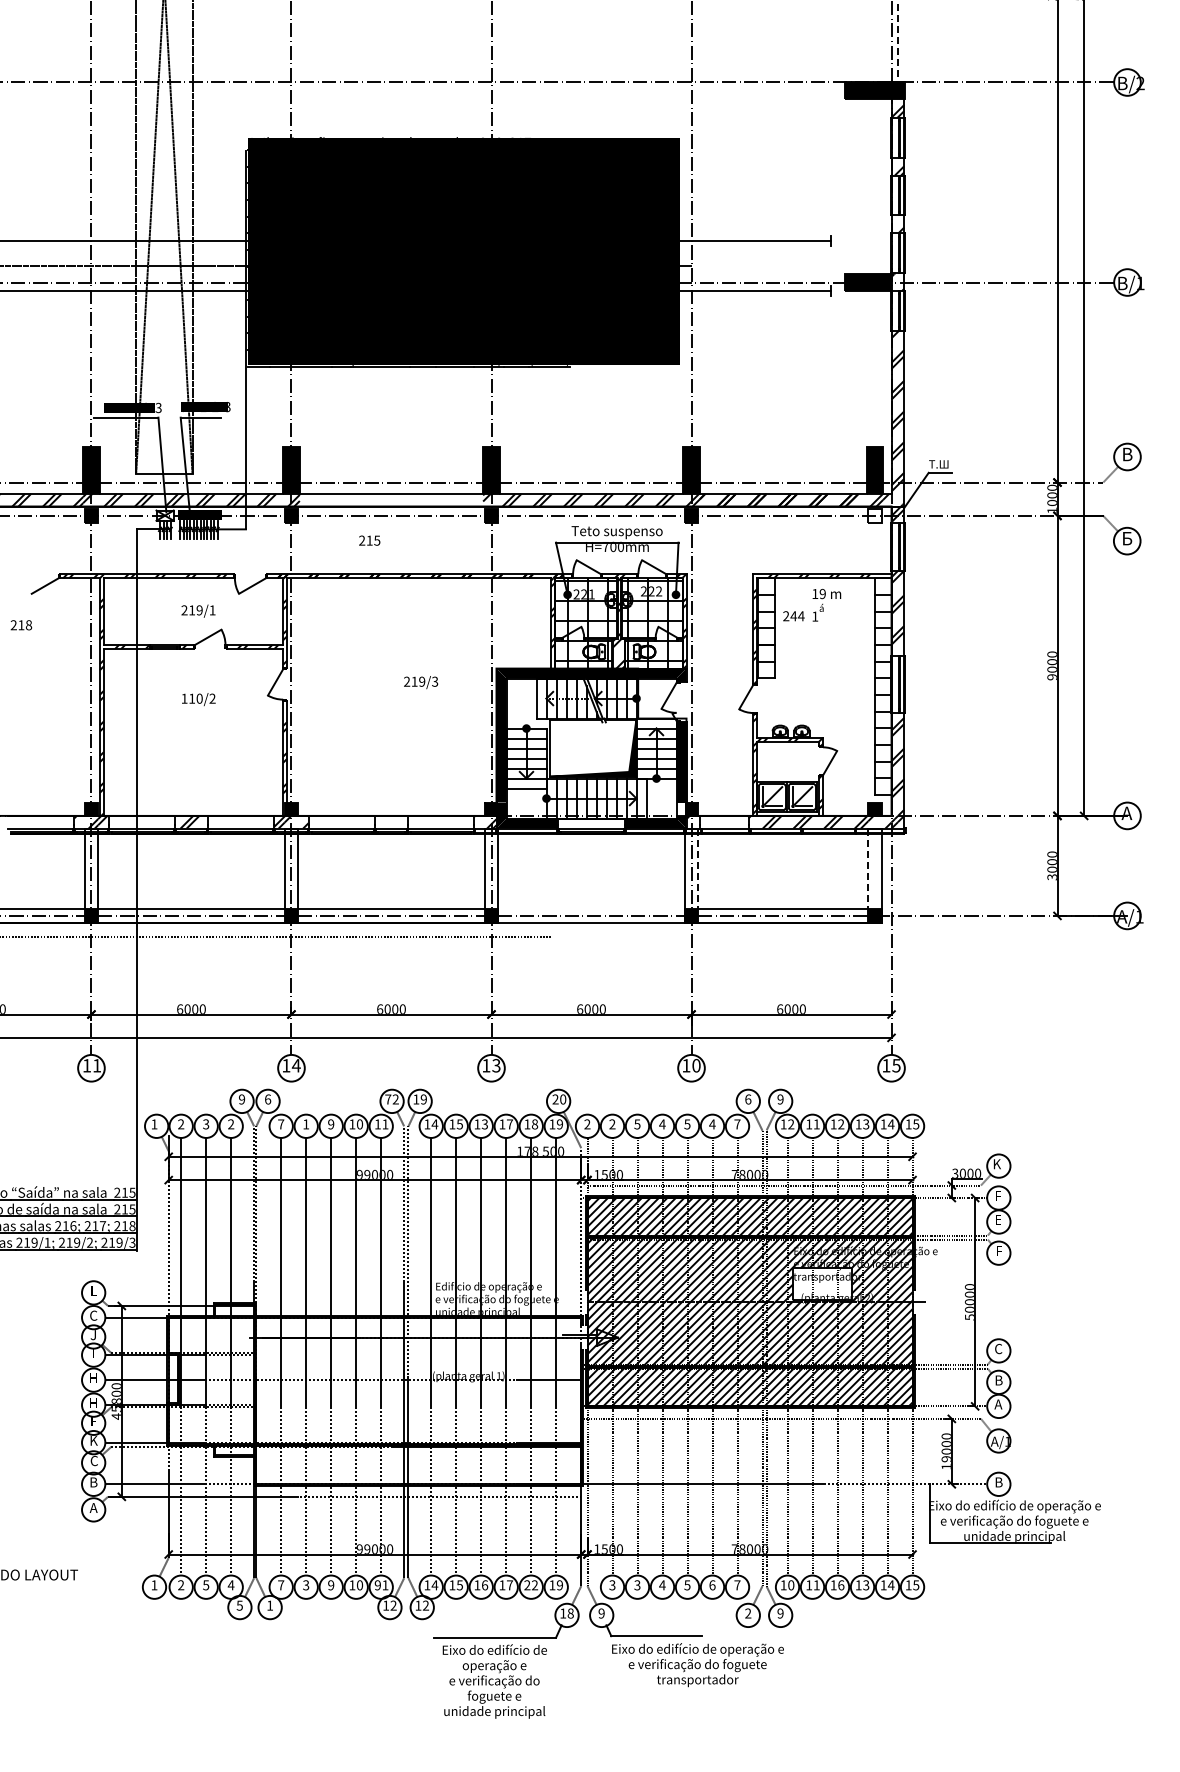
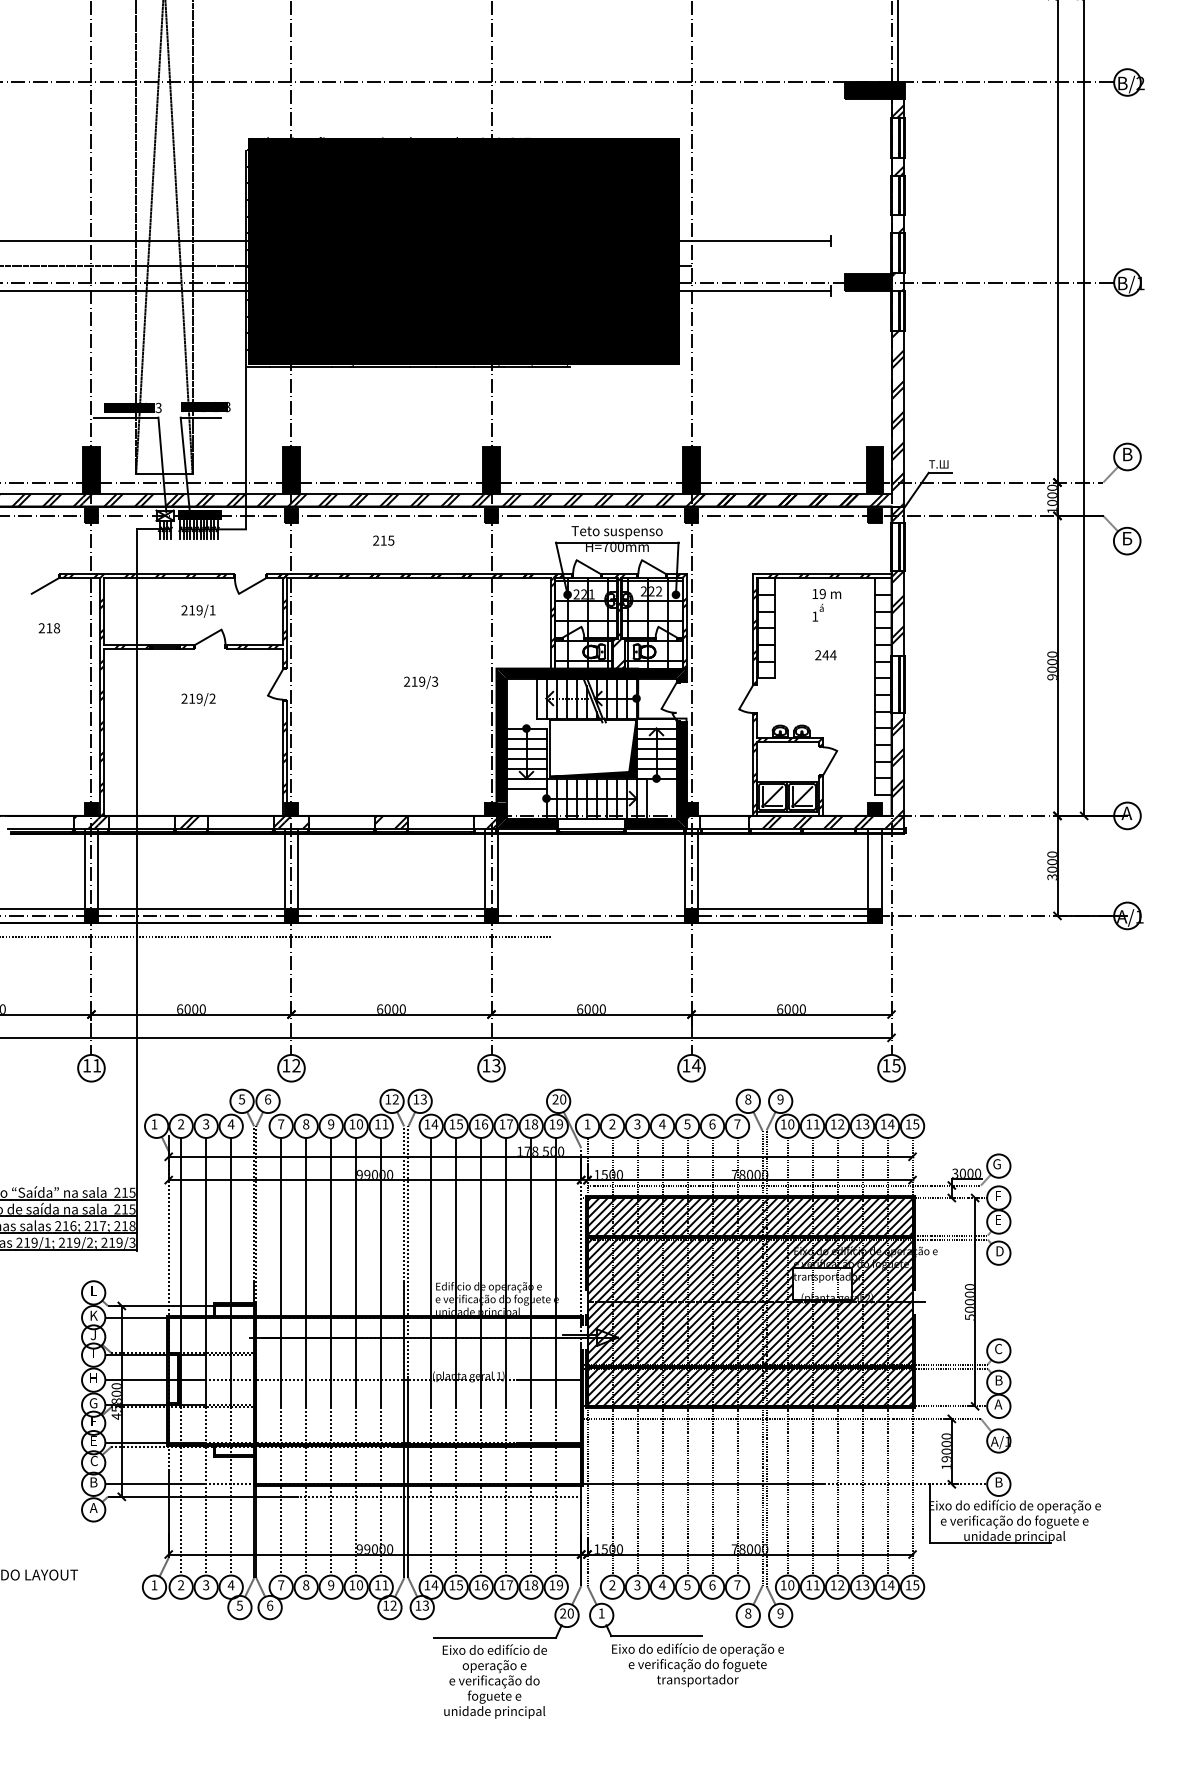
line at (897, 42): dashed -> solid
hatch at (391, 499): none -> present
fill at (874, 515): none -> present
text at (369, 540) position: (369, 540) -> (383, 540)
text at (793, 616) position: (793, 616) -> (825, 655)
text at (21, 625) position: (21, 625) -> (49, 628)
text at (191, 698): 110/2 -> 219/2
fill at (680, 808): none -> present
hatch at (391, 821): none -> present
line at (698, 869): dashed -> solid
line at (868, 869): dashed -> solid
text at (295, 1065): 14 -> 12
text at (695, 1065): 10 -> 14
text at (241, 1099): 9 -> 5
text at (388, 1099): 72 -> 12
text at (423, 1099): 19 -> 13
text at (748, 1099): 6 -> 8
text at (637, 1123): 5 -> 3
text at (230, 1124): 2 -> 4
text at (306, 1124): 1 -> 8
text at (484, 1124): 13 -> 16
text at (587, 1124): 2 -> 1
text at (712, 1124): 4 -> 6
text at (791, 1124): 12 -> 10
text at (996, 1164): K -> G
text at (999, 1251): F -> D
text at (93, 1315): C -> K
text at (93, 1403): H -> G
text at (93, 1440): K -> E
text at (206, 1584): 5 -> 3
text at (306, 1585): 3 -> 8
text at (377, 1585): 91 -> 11
text at (531, 1585): 22 -> 18
text at (612, 1585): 3 -> 2
text at (841, 1585): 16 -> 12
text at (270, 1605): 1 -> 6
text at (425, 1605): 12 -> 13
text at (566, 1613): 18 -> 20
text at (601, 1613): 9 -> 1
text at (748, 1613): 2 -> 8
